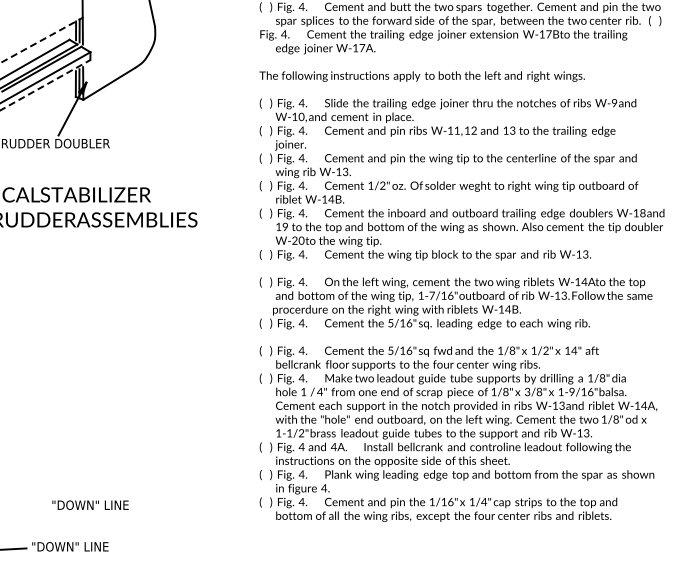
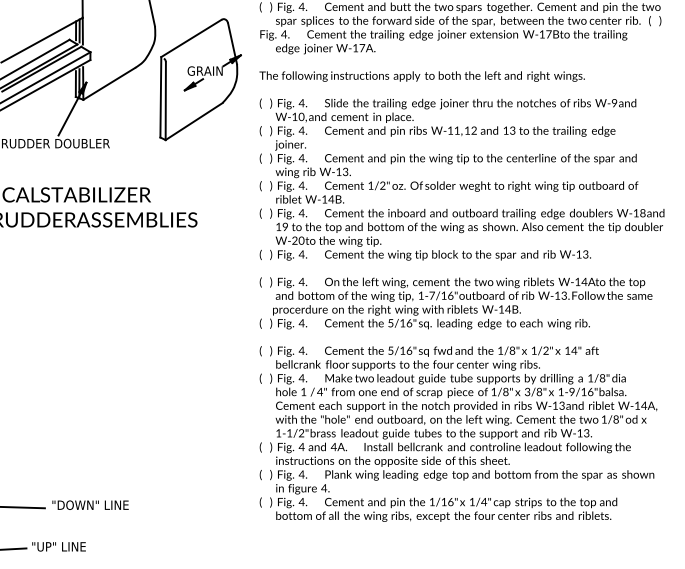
line at (42, 39): dashed -> solid
part at (200, 79): none -> present
line at (46, 84): dashed -> solid
line at (23, 507): none -> present
text at (72, 546): "DOWN" LINE -> "UP" LINE
